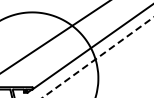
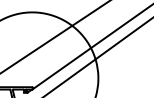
line at (98, 57): dashed -> solid
